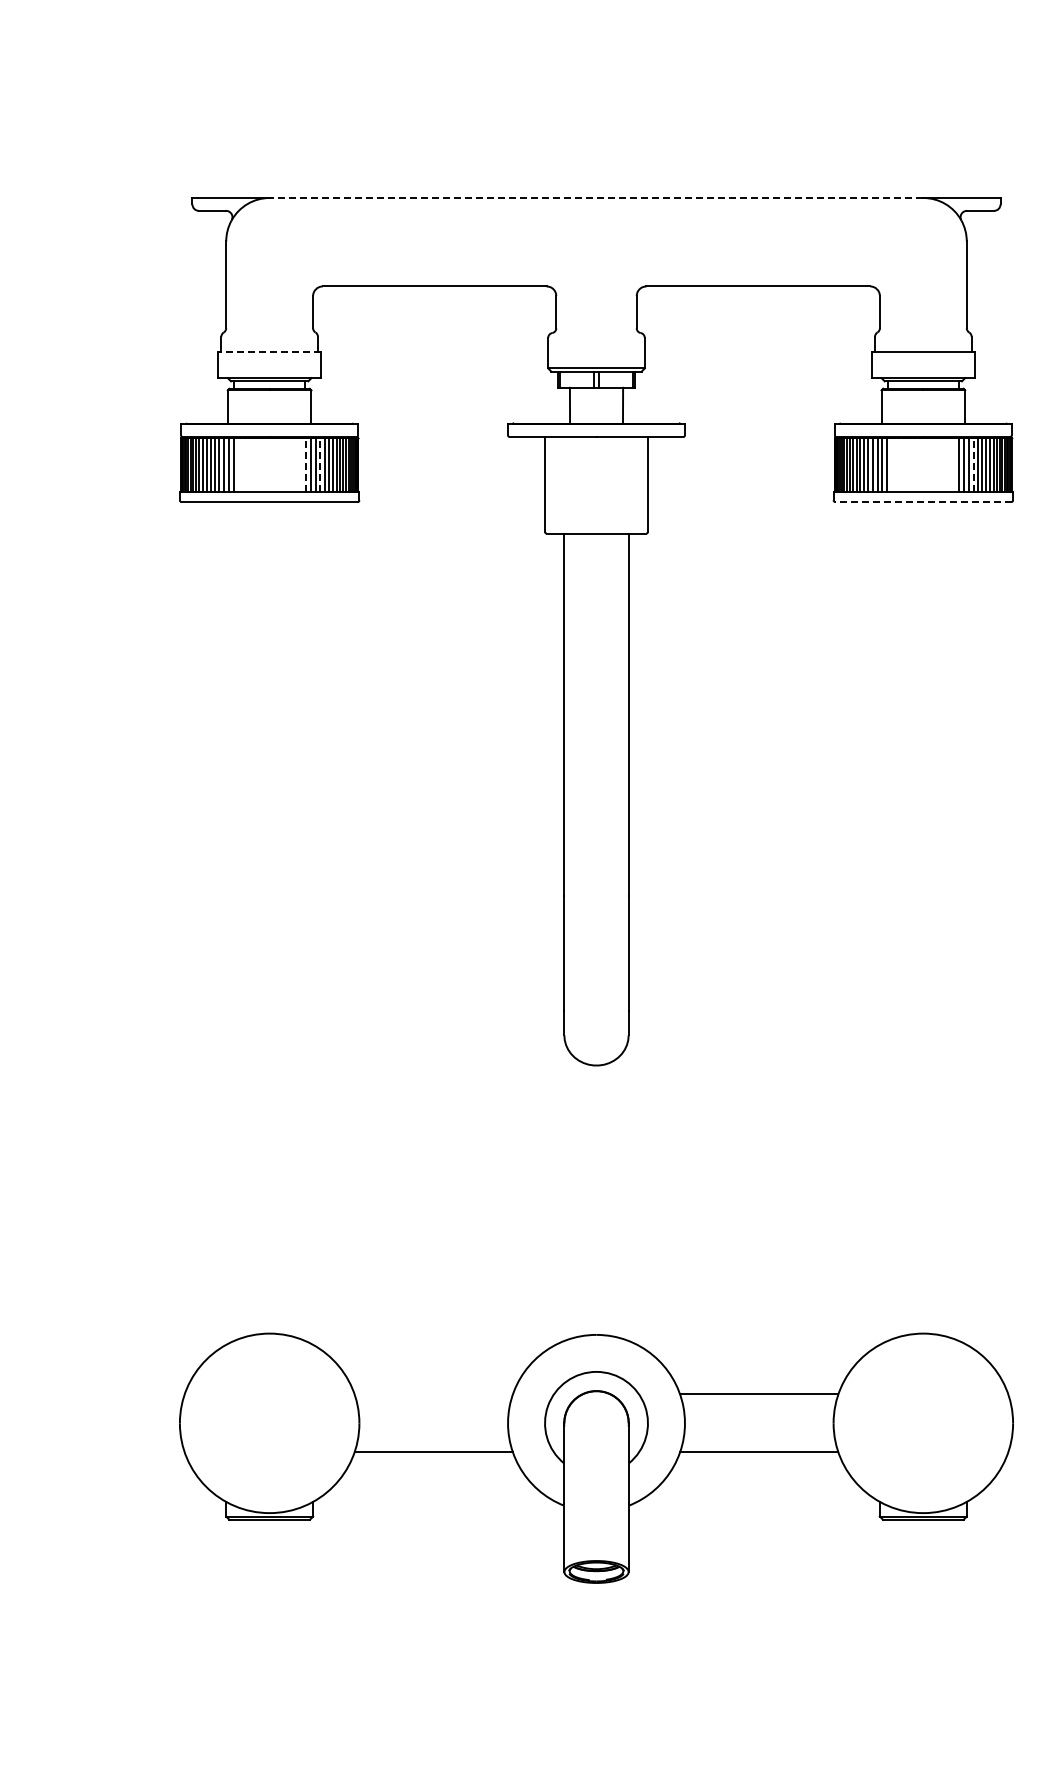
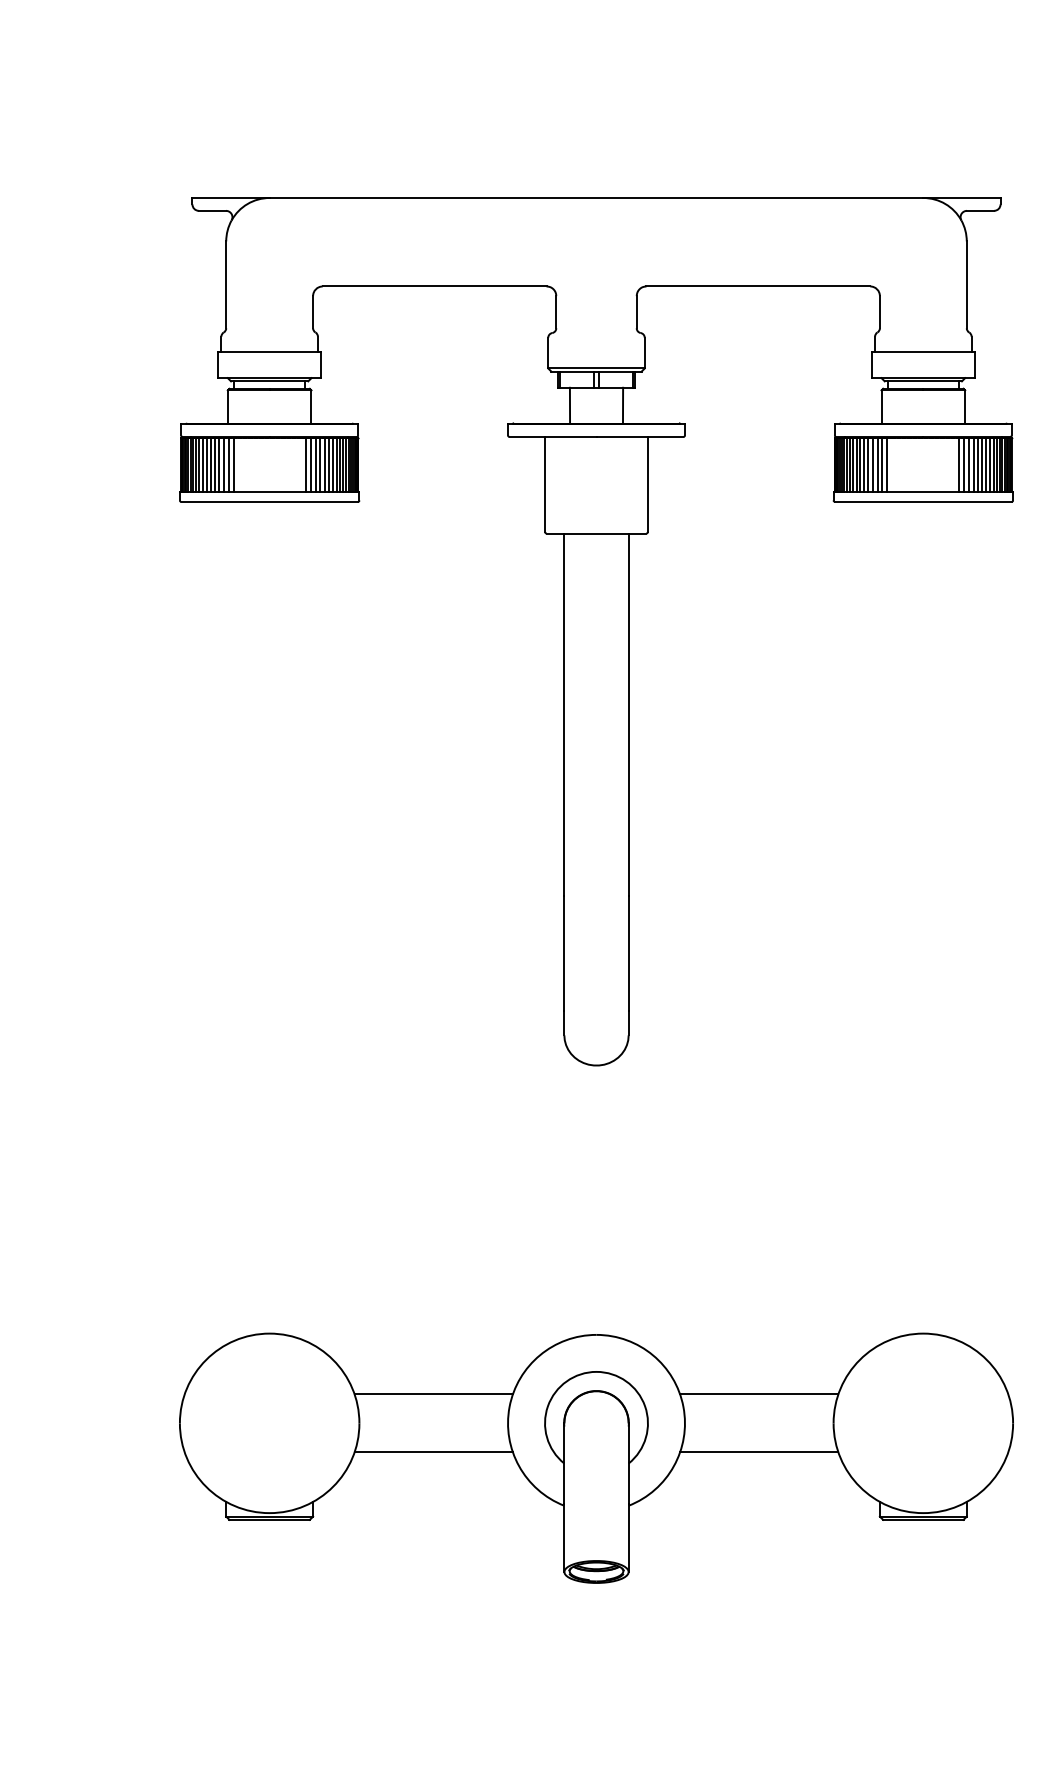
line at (596, 198): dashed -> solid
line at (269, 352): dashed -> solid
line at (305, 464): dashed -> solid
line at (320, 464): dashed -> solid
line at (973, 464): dashed -> solid
line at (922, 502): dashed -> solid
line at (433, 1394): none -> present
